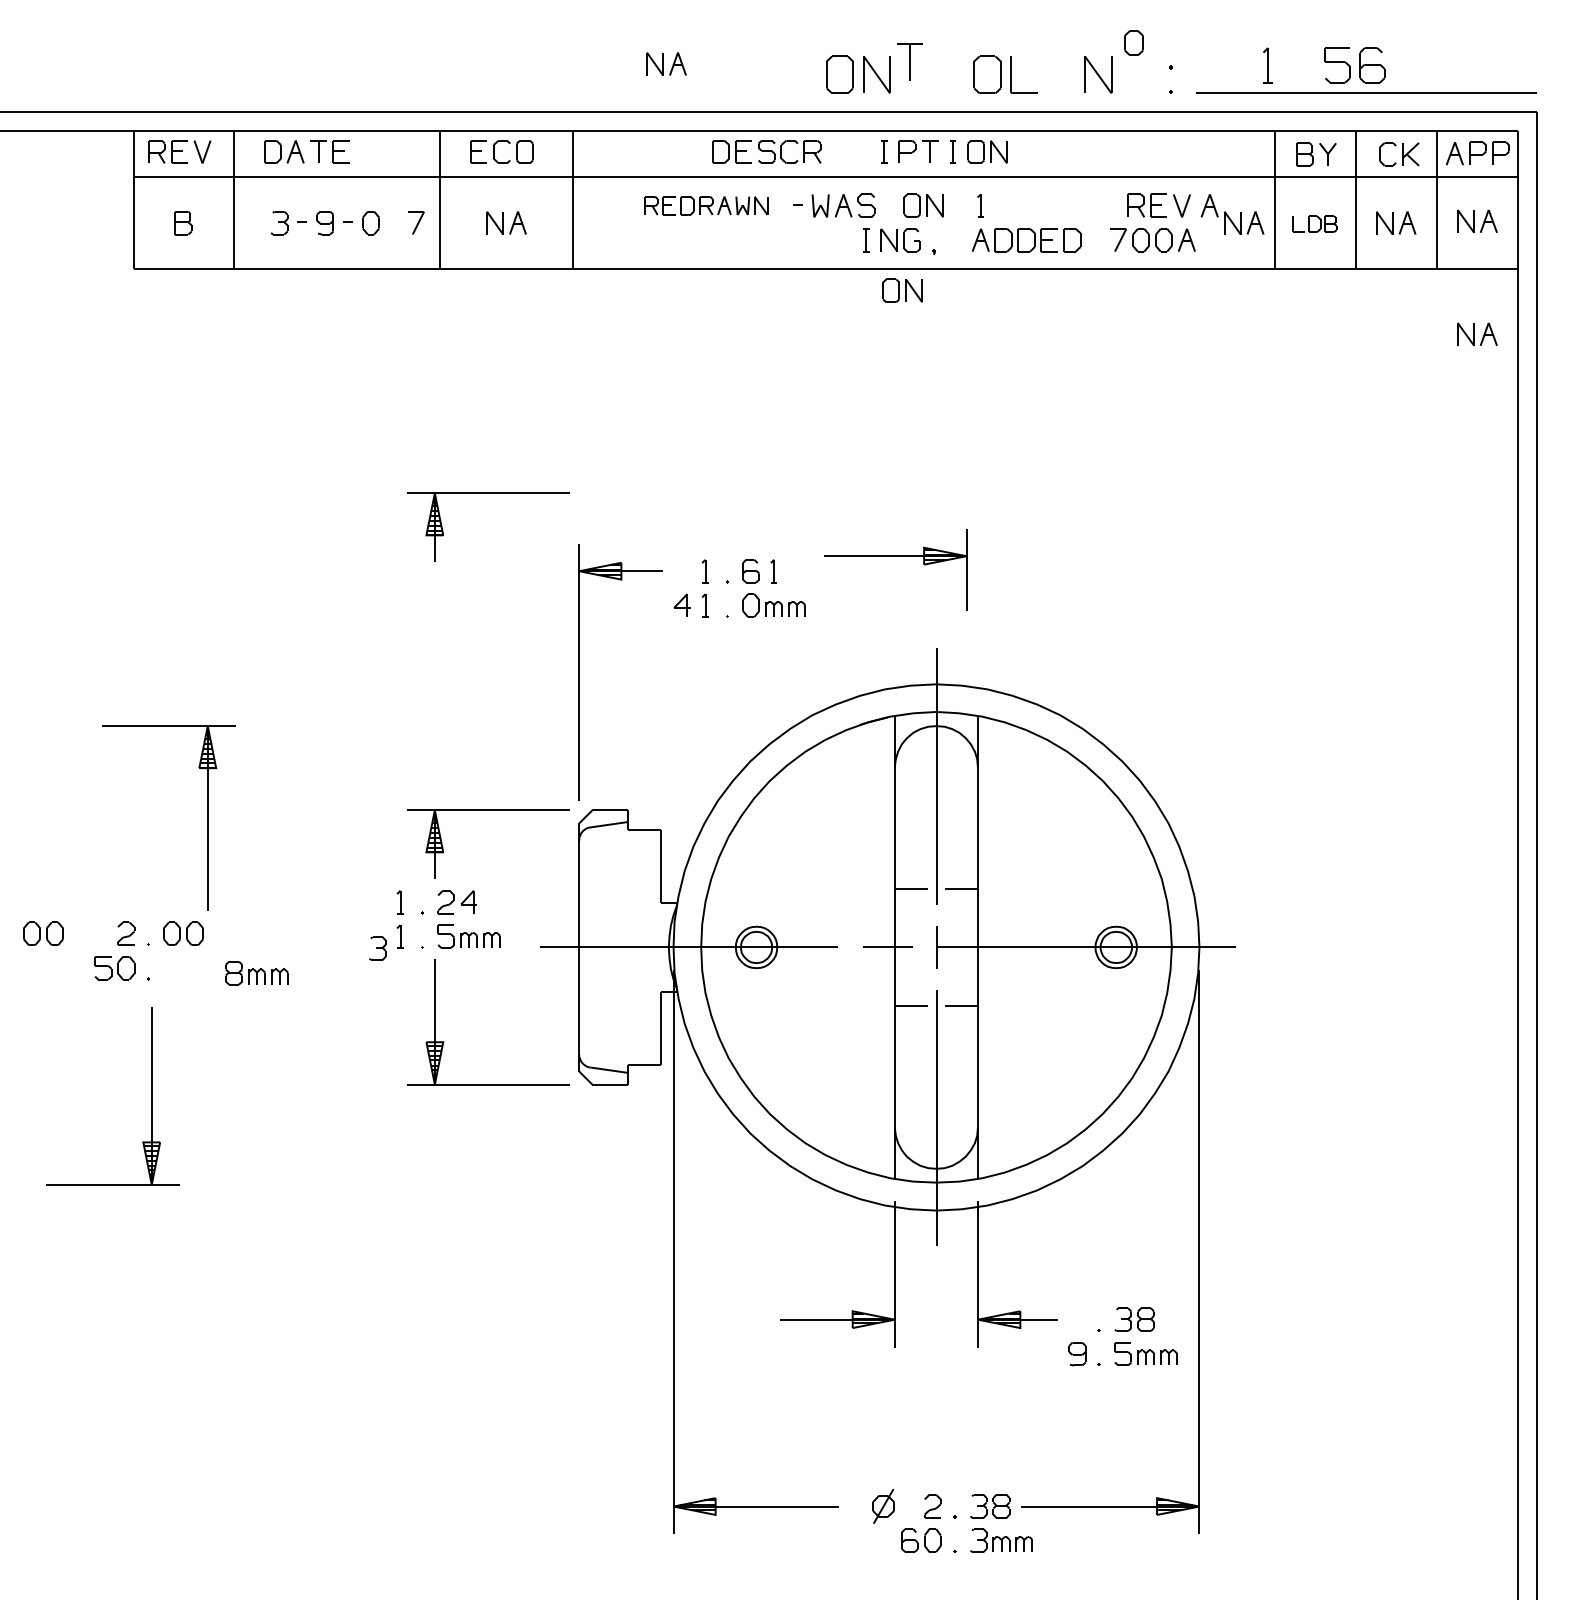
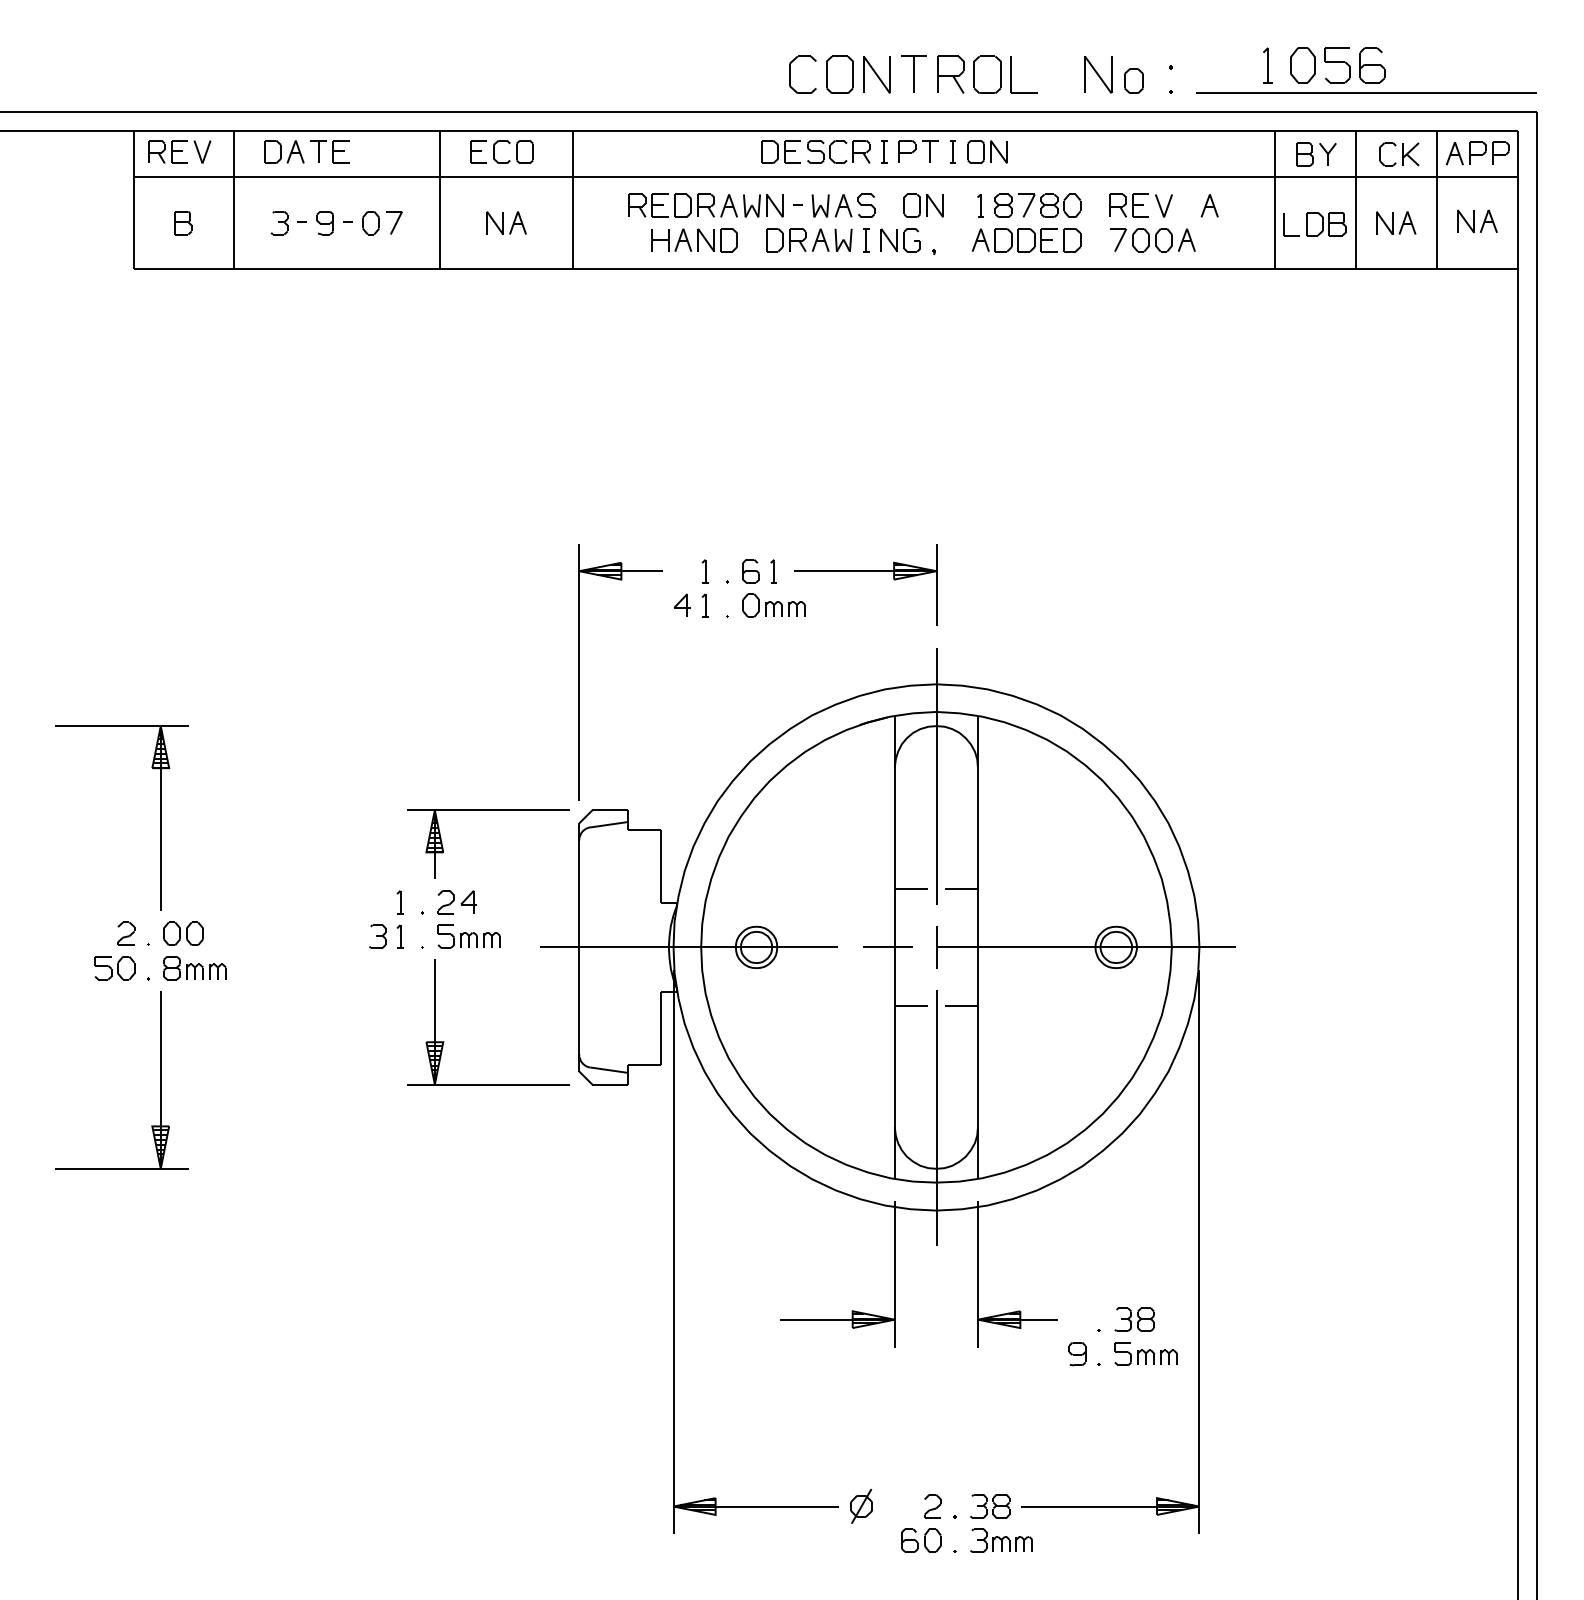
part at (1133, 42) position: (1133, 42) -> (1133, 80)
part at (909, 61) position: (909, 61) -> (913, 73)
part at (666, 63): present -> none
part at (1302, 65): none -> present
part at (790, 74): none -> present
part at (950, 74): none -> present
part at (766, 151) position: (766, 151) -> (815, 151)
part at (706, 205) size: 125x20 px -> 156x25 px
part at (1037, 205): none -> present
part at (1158, 205) position: (1158, 205) -> (1140, 205)
part at (416, 222) position: (416, 222) -> (394, 222)
part at (1244, 222): present -> none
part at (1314, 223) size: 46x18 px -> 64x25 px
part at (694, 240): none -> present
part at (809, 240): none -> present
part at (902, 290): present -> none
part at (1477, 334): present -> none
part at (488, 493): present -> none
part at (895, 556) position: (895, 556) -> (865, 571)
part at (207, 817) position: (207, 817) -> (160, 817)
part at (43, 933): present -> none
part at (377, 948) position: (377, 948) -> (377, 936)
part at (256, 973) position: (256, 973) -> (194, 968)
part at (151, 1096) position: (151, 1096) -> (160, 1080)
part at (883, 1505) position: (883, 1505) -> (861, 1505)
